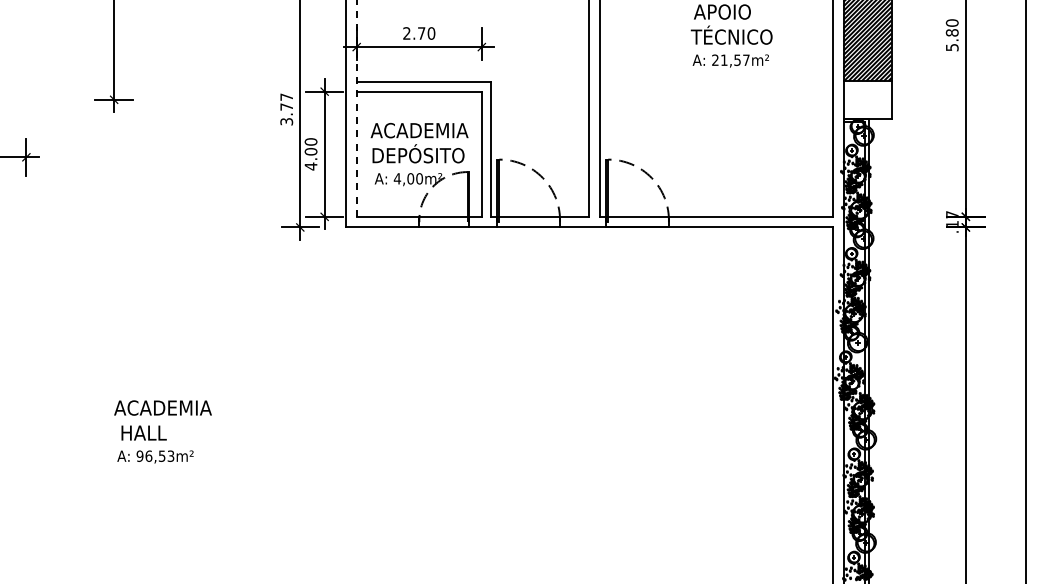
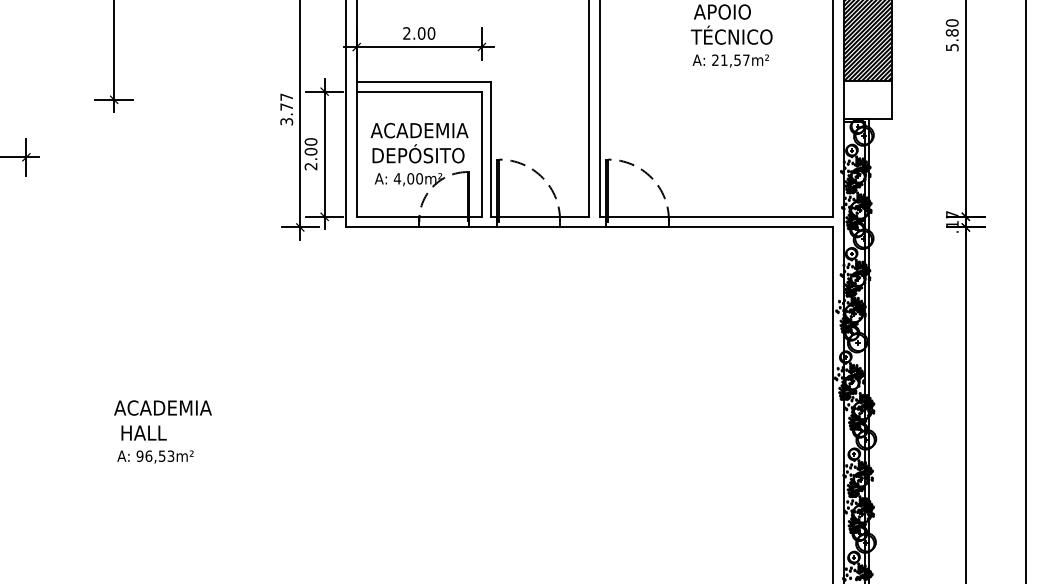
text at (421, 33): 2.70 -> 2.00
line at (356, 108): dashed -> solid
text at (310, 166): 4.00 -> 2.00
